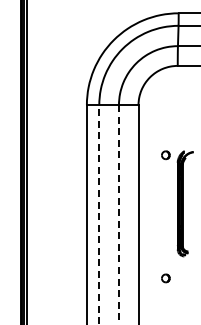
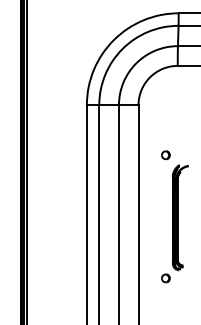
part at (184, 203) position: (184, 203) -> (179, 217)
line at (99, 214): dashed -> solid
line at (118, 215): dashed -> solid
